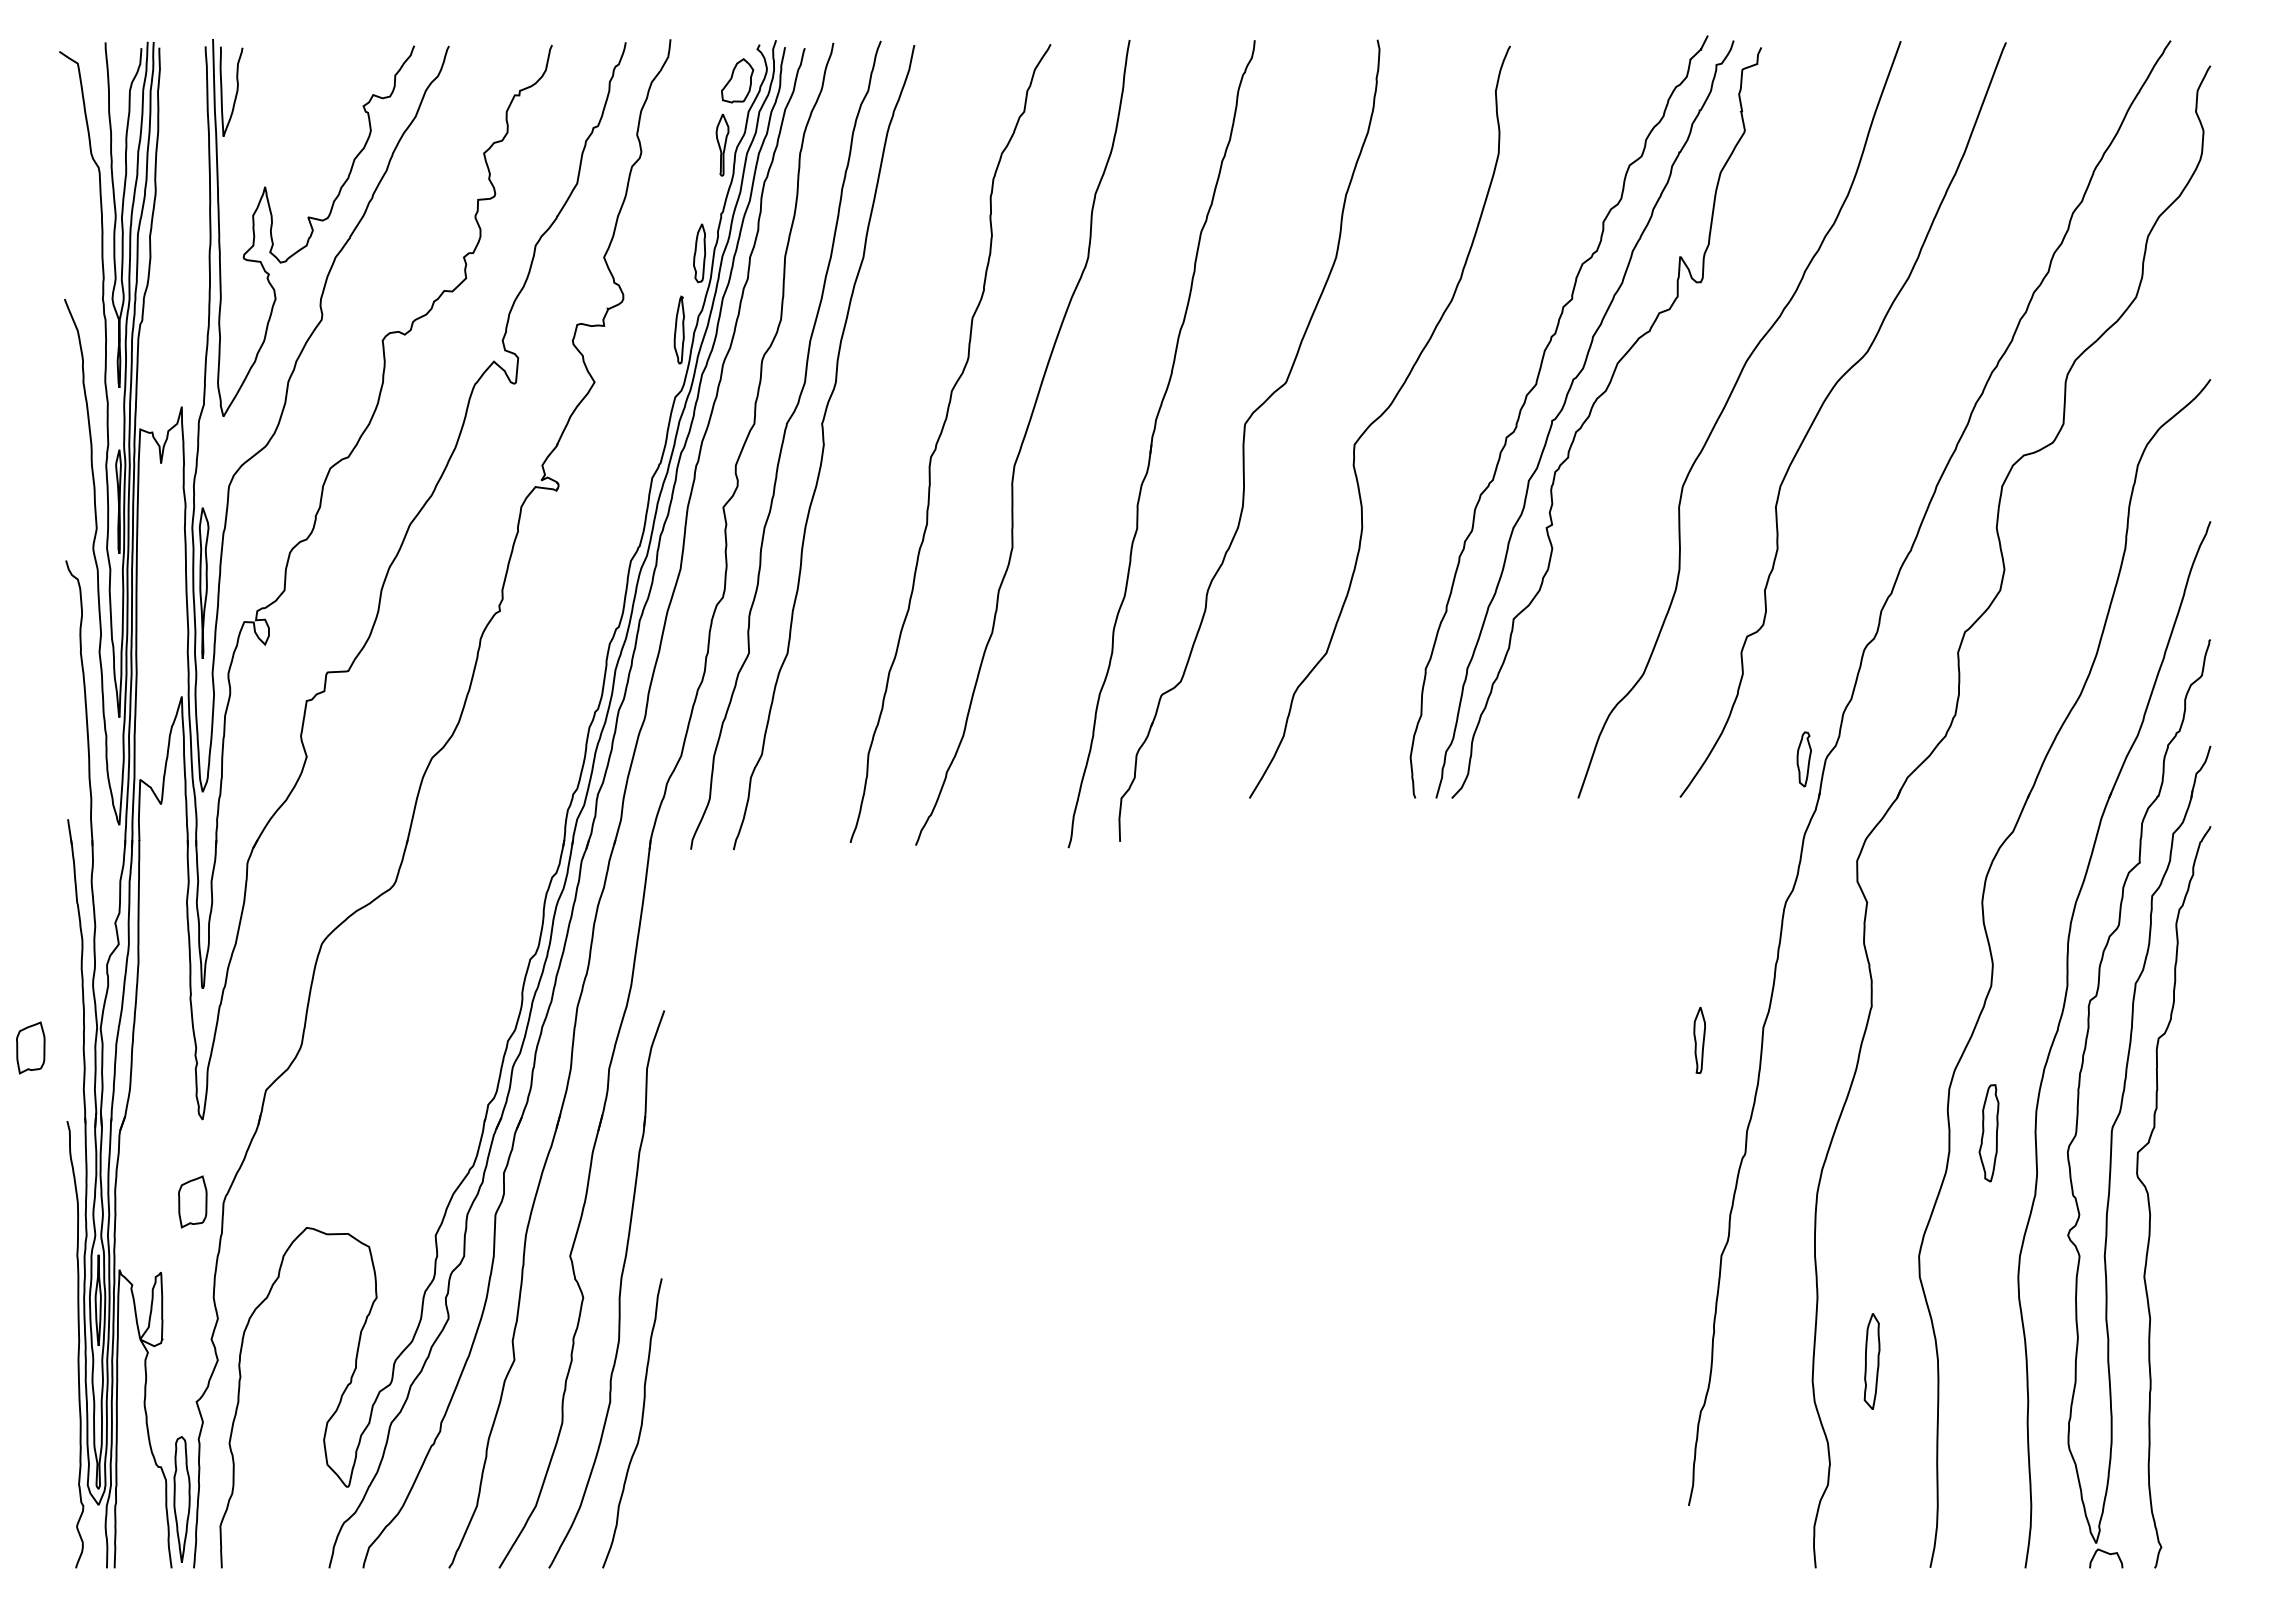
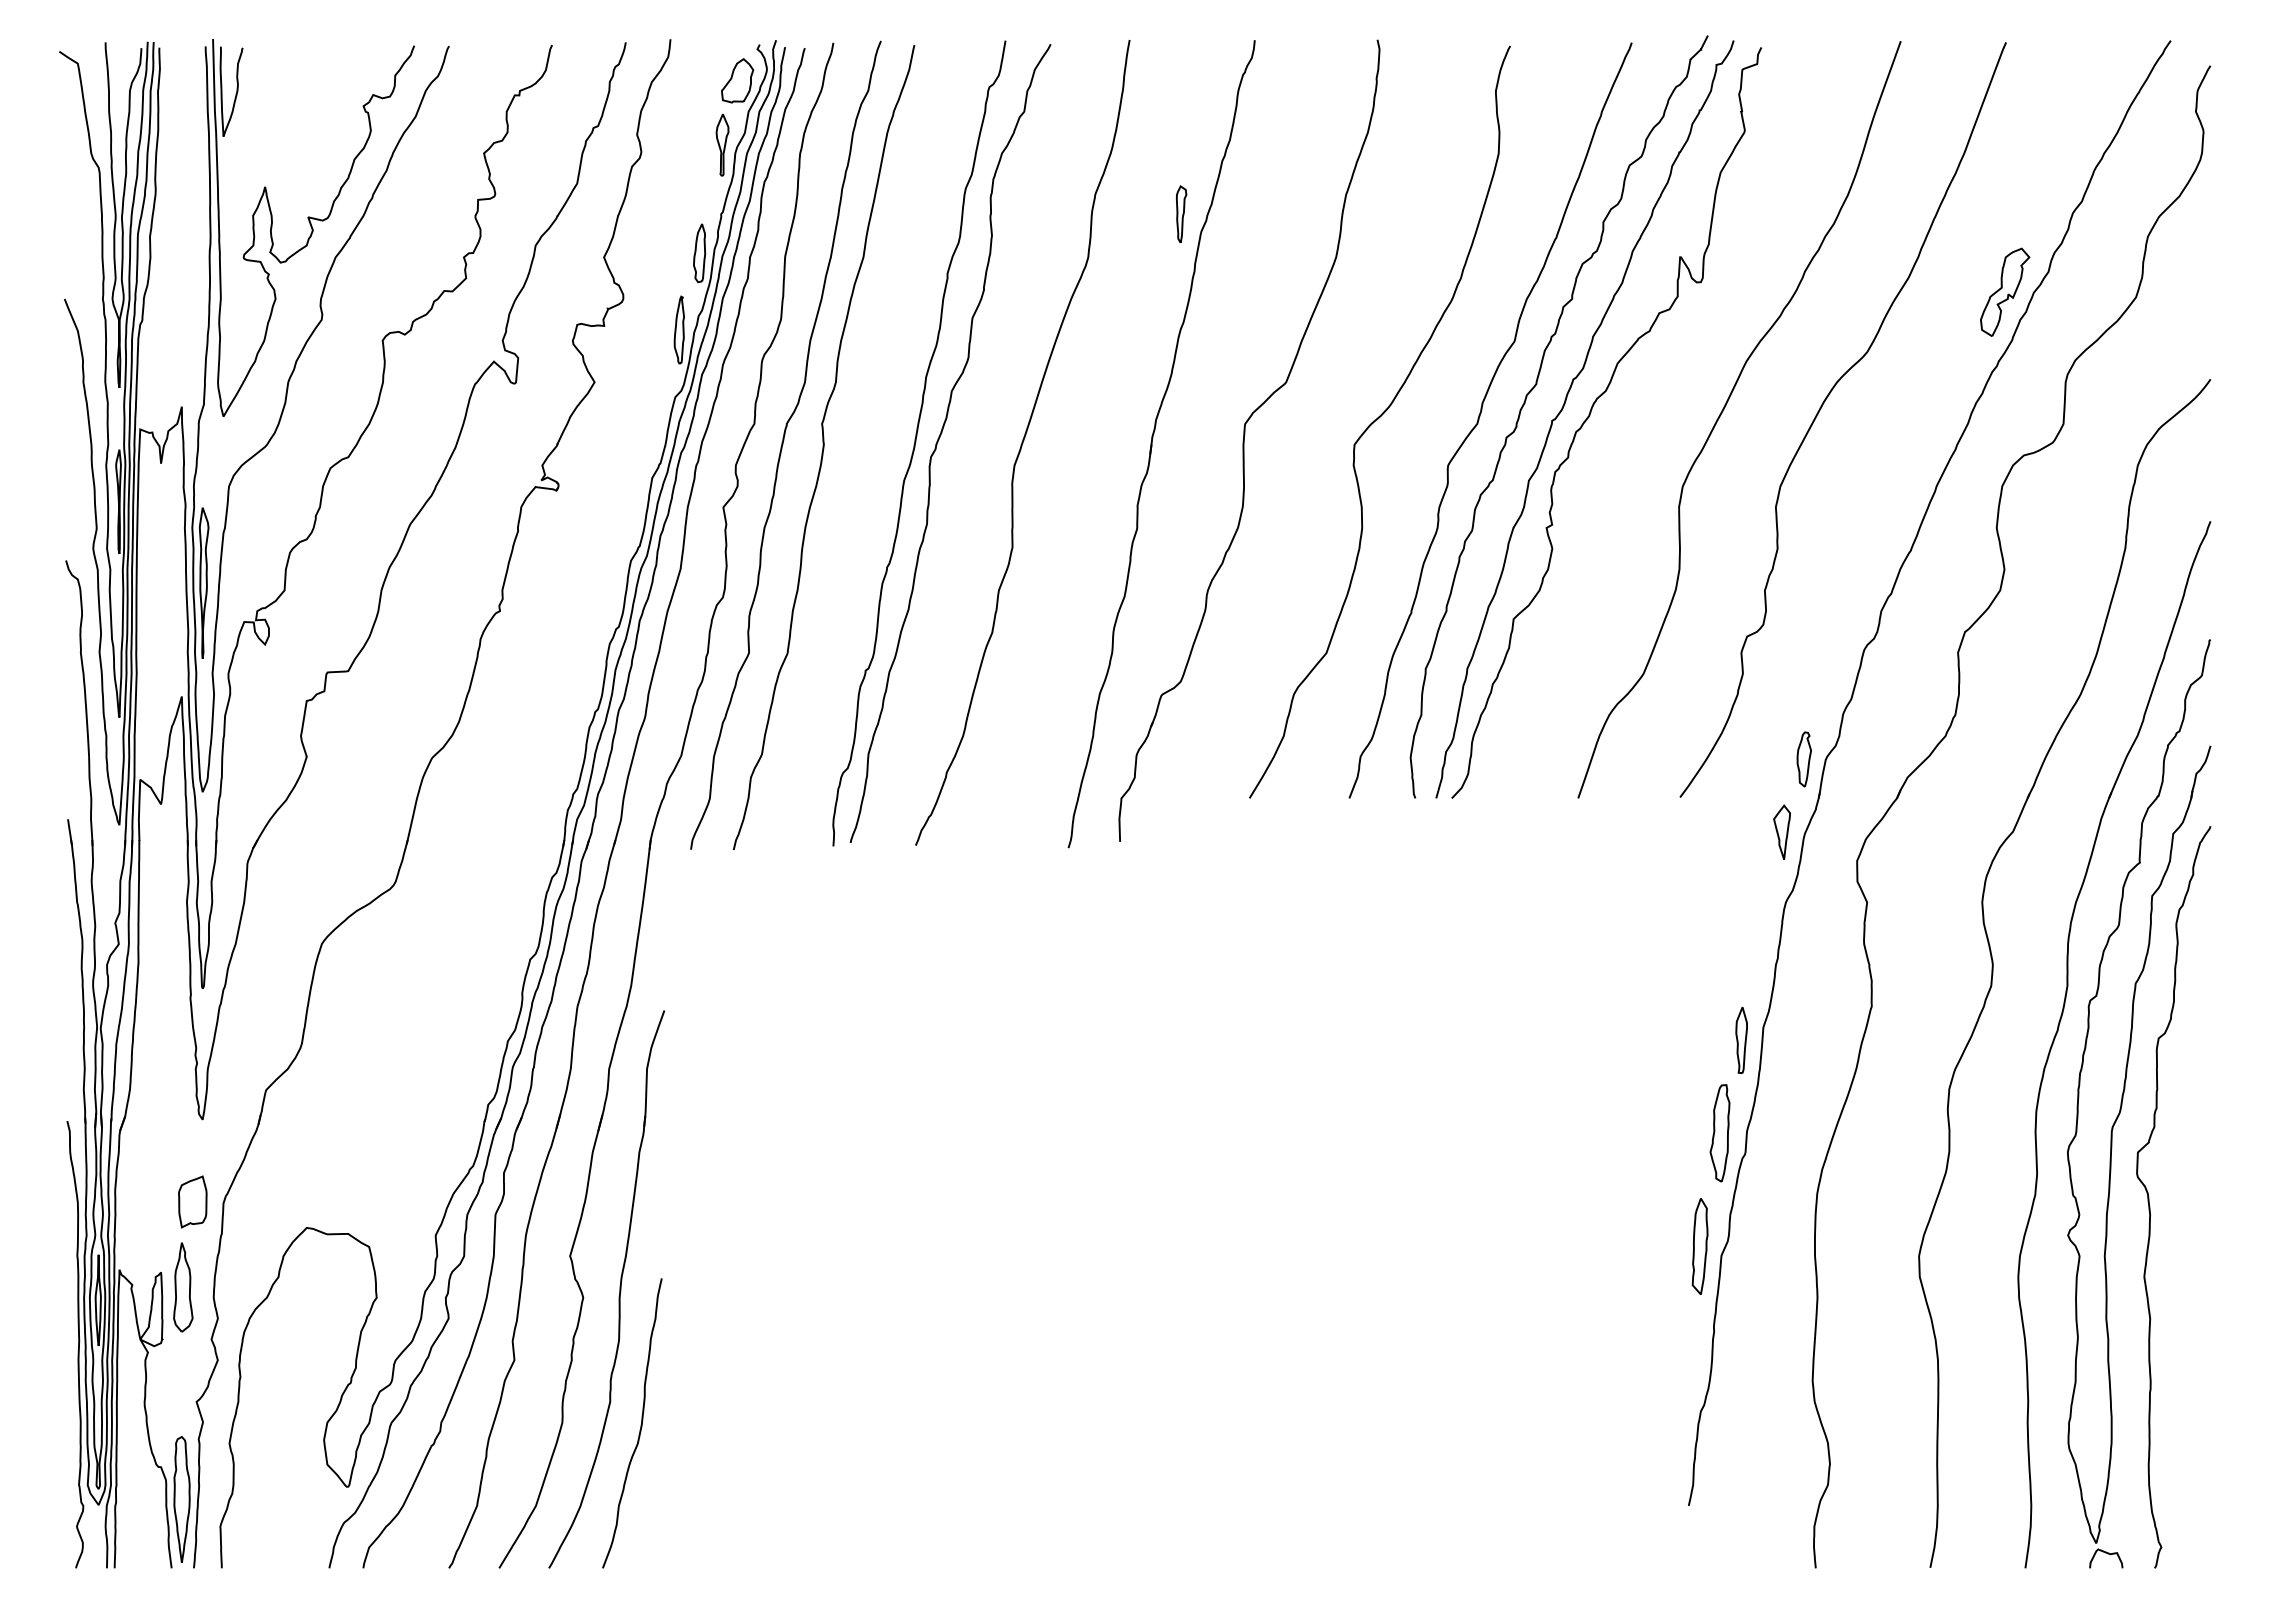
part at (1181, 213): none -> present
part at (2005, 291): none -> present
curve at (1480, 416): none -> present
curve at (916, 442): none -> present
part at (1781, 831): none -> present
part at (1699, 1040) position: (1699, 1040) -> (1741, 1040)
part at (30, 1047): present -> none
part at (1988, 1133) position: (1988, 1133) -> (1719, 1133)
part at (183, 1287): none -> present
part at (1871, 1361) position: (1871, 1361) -> (1699, 1246)
